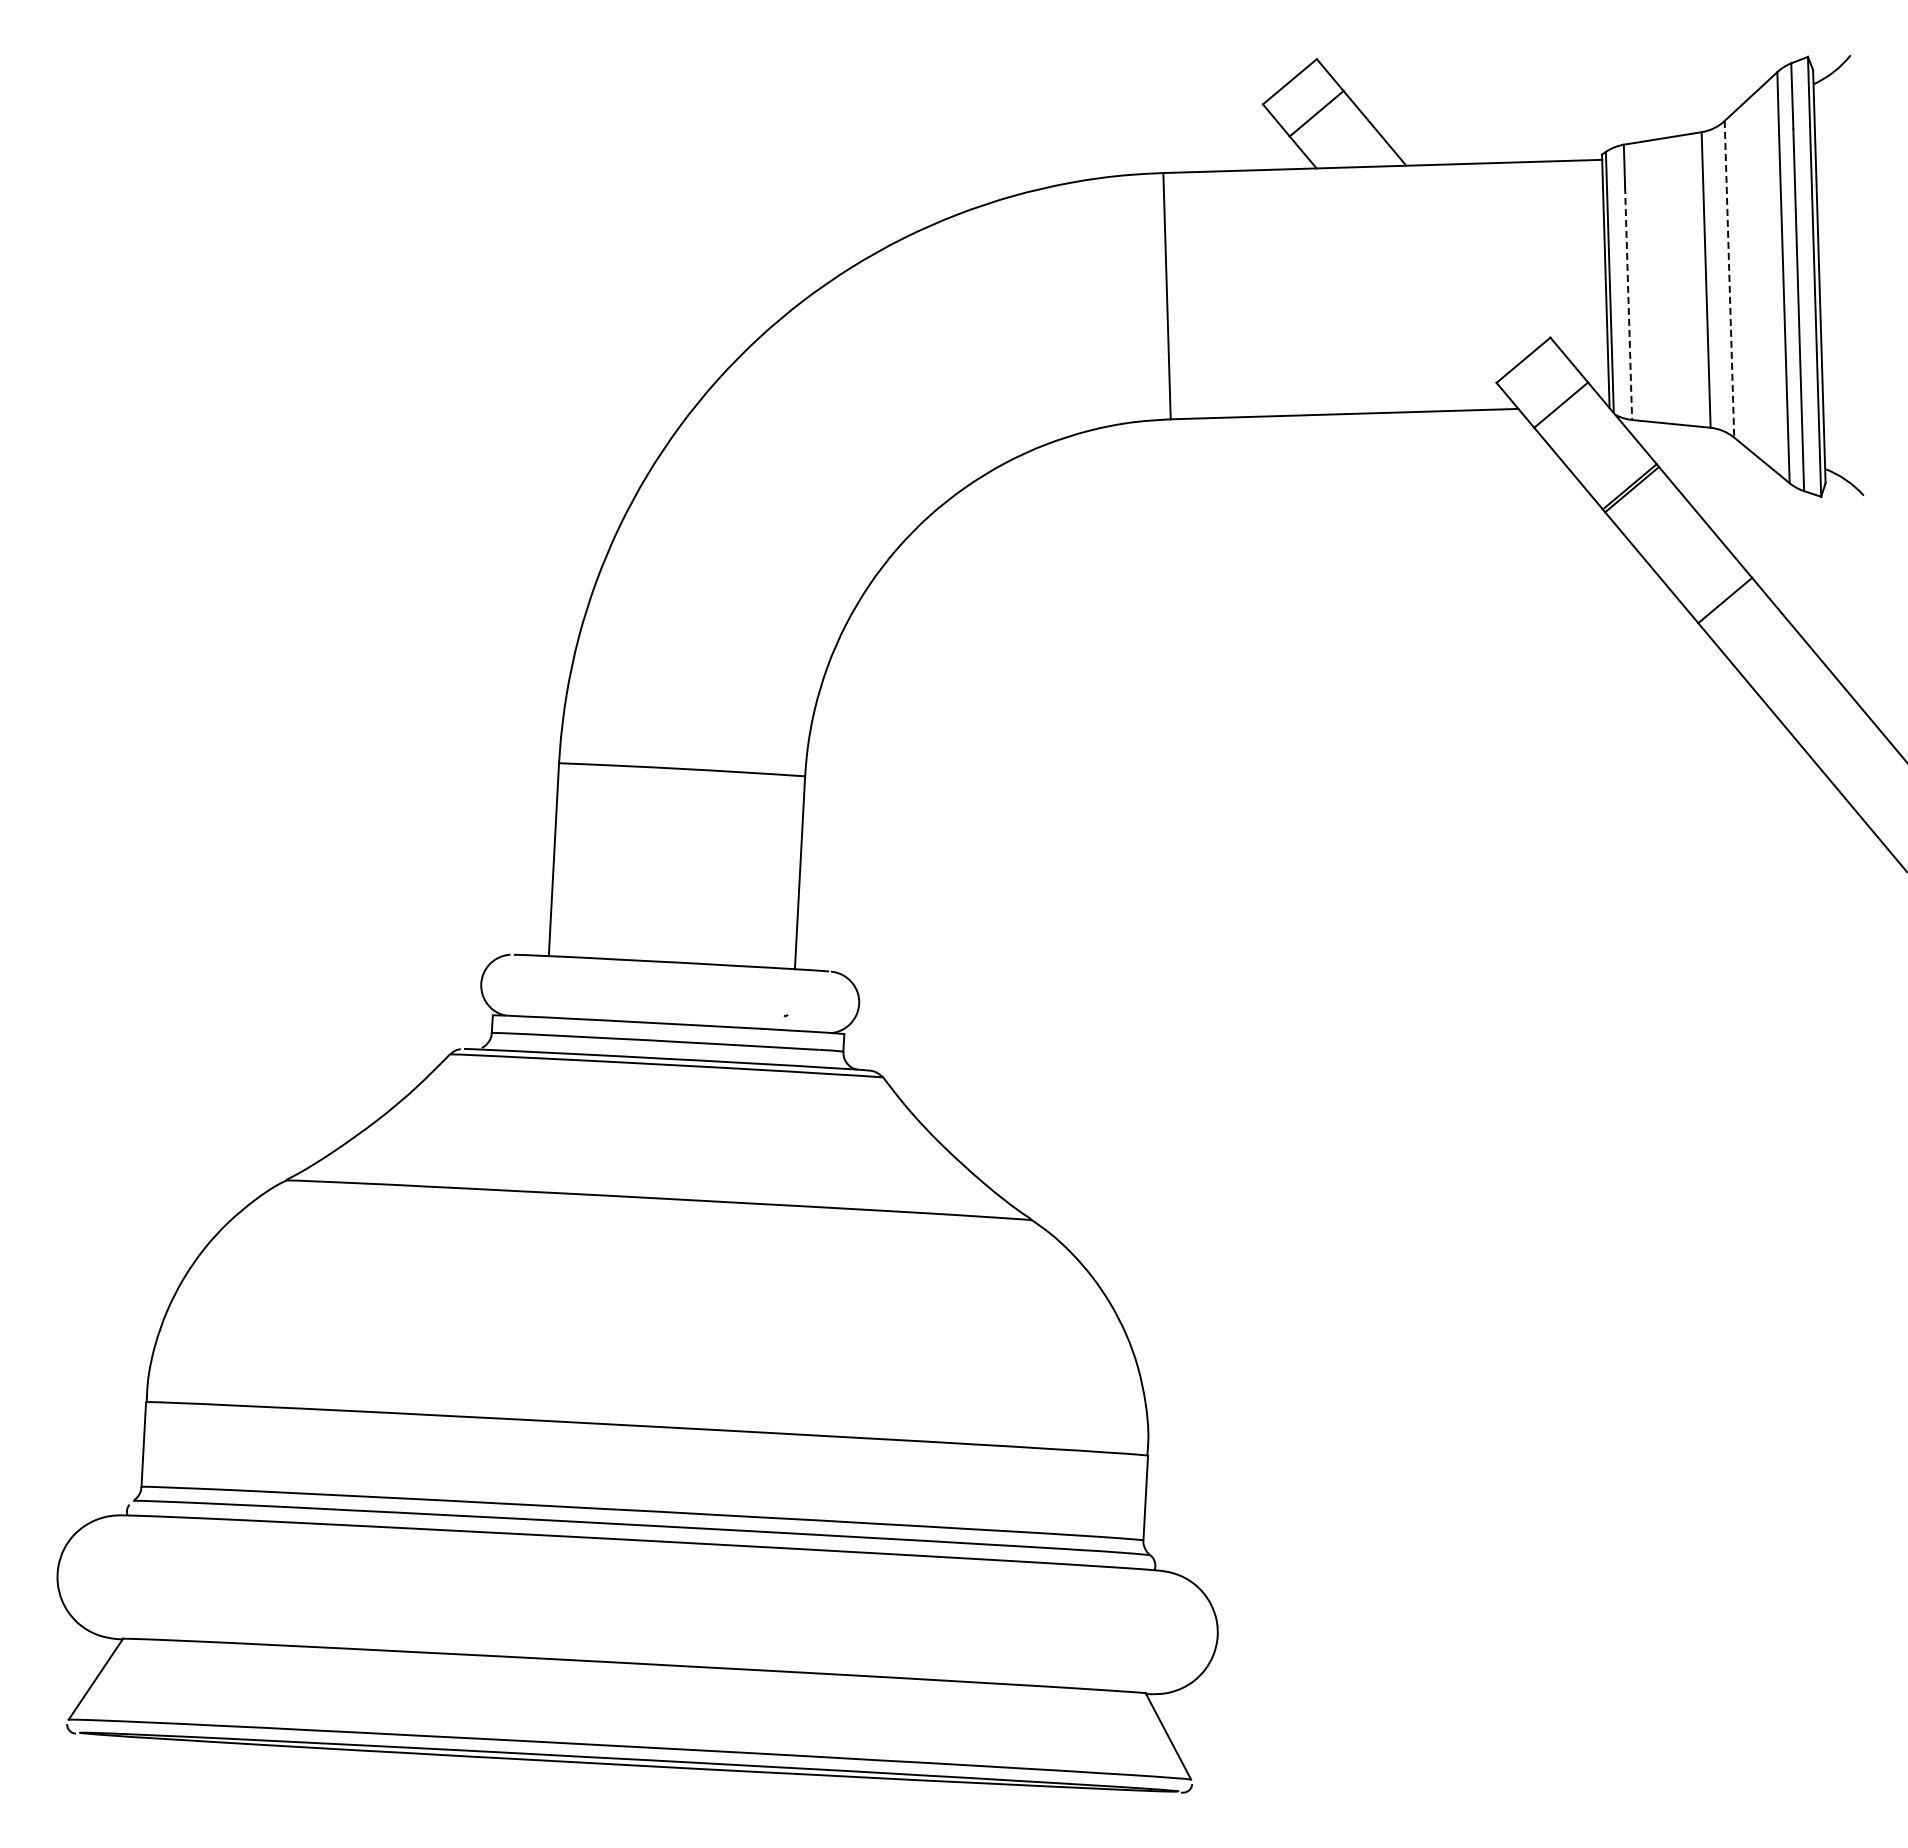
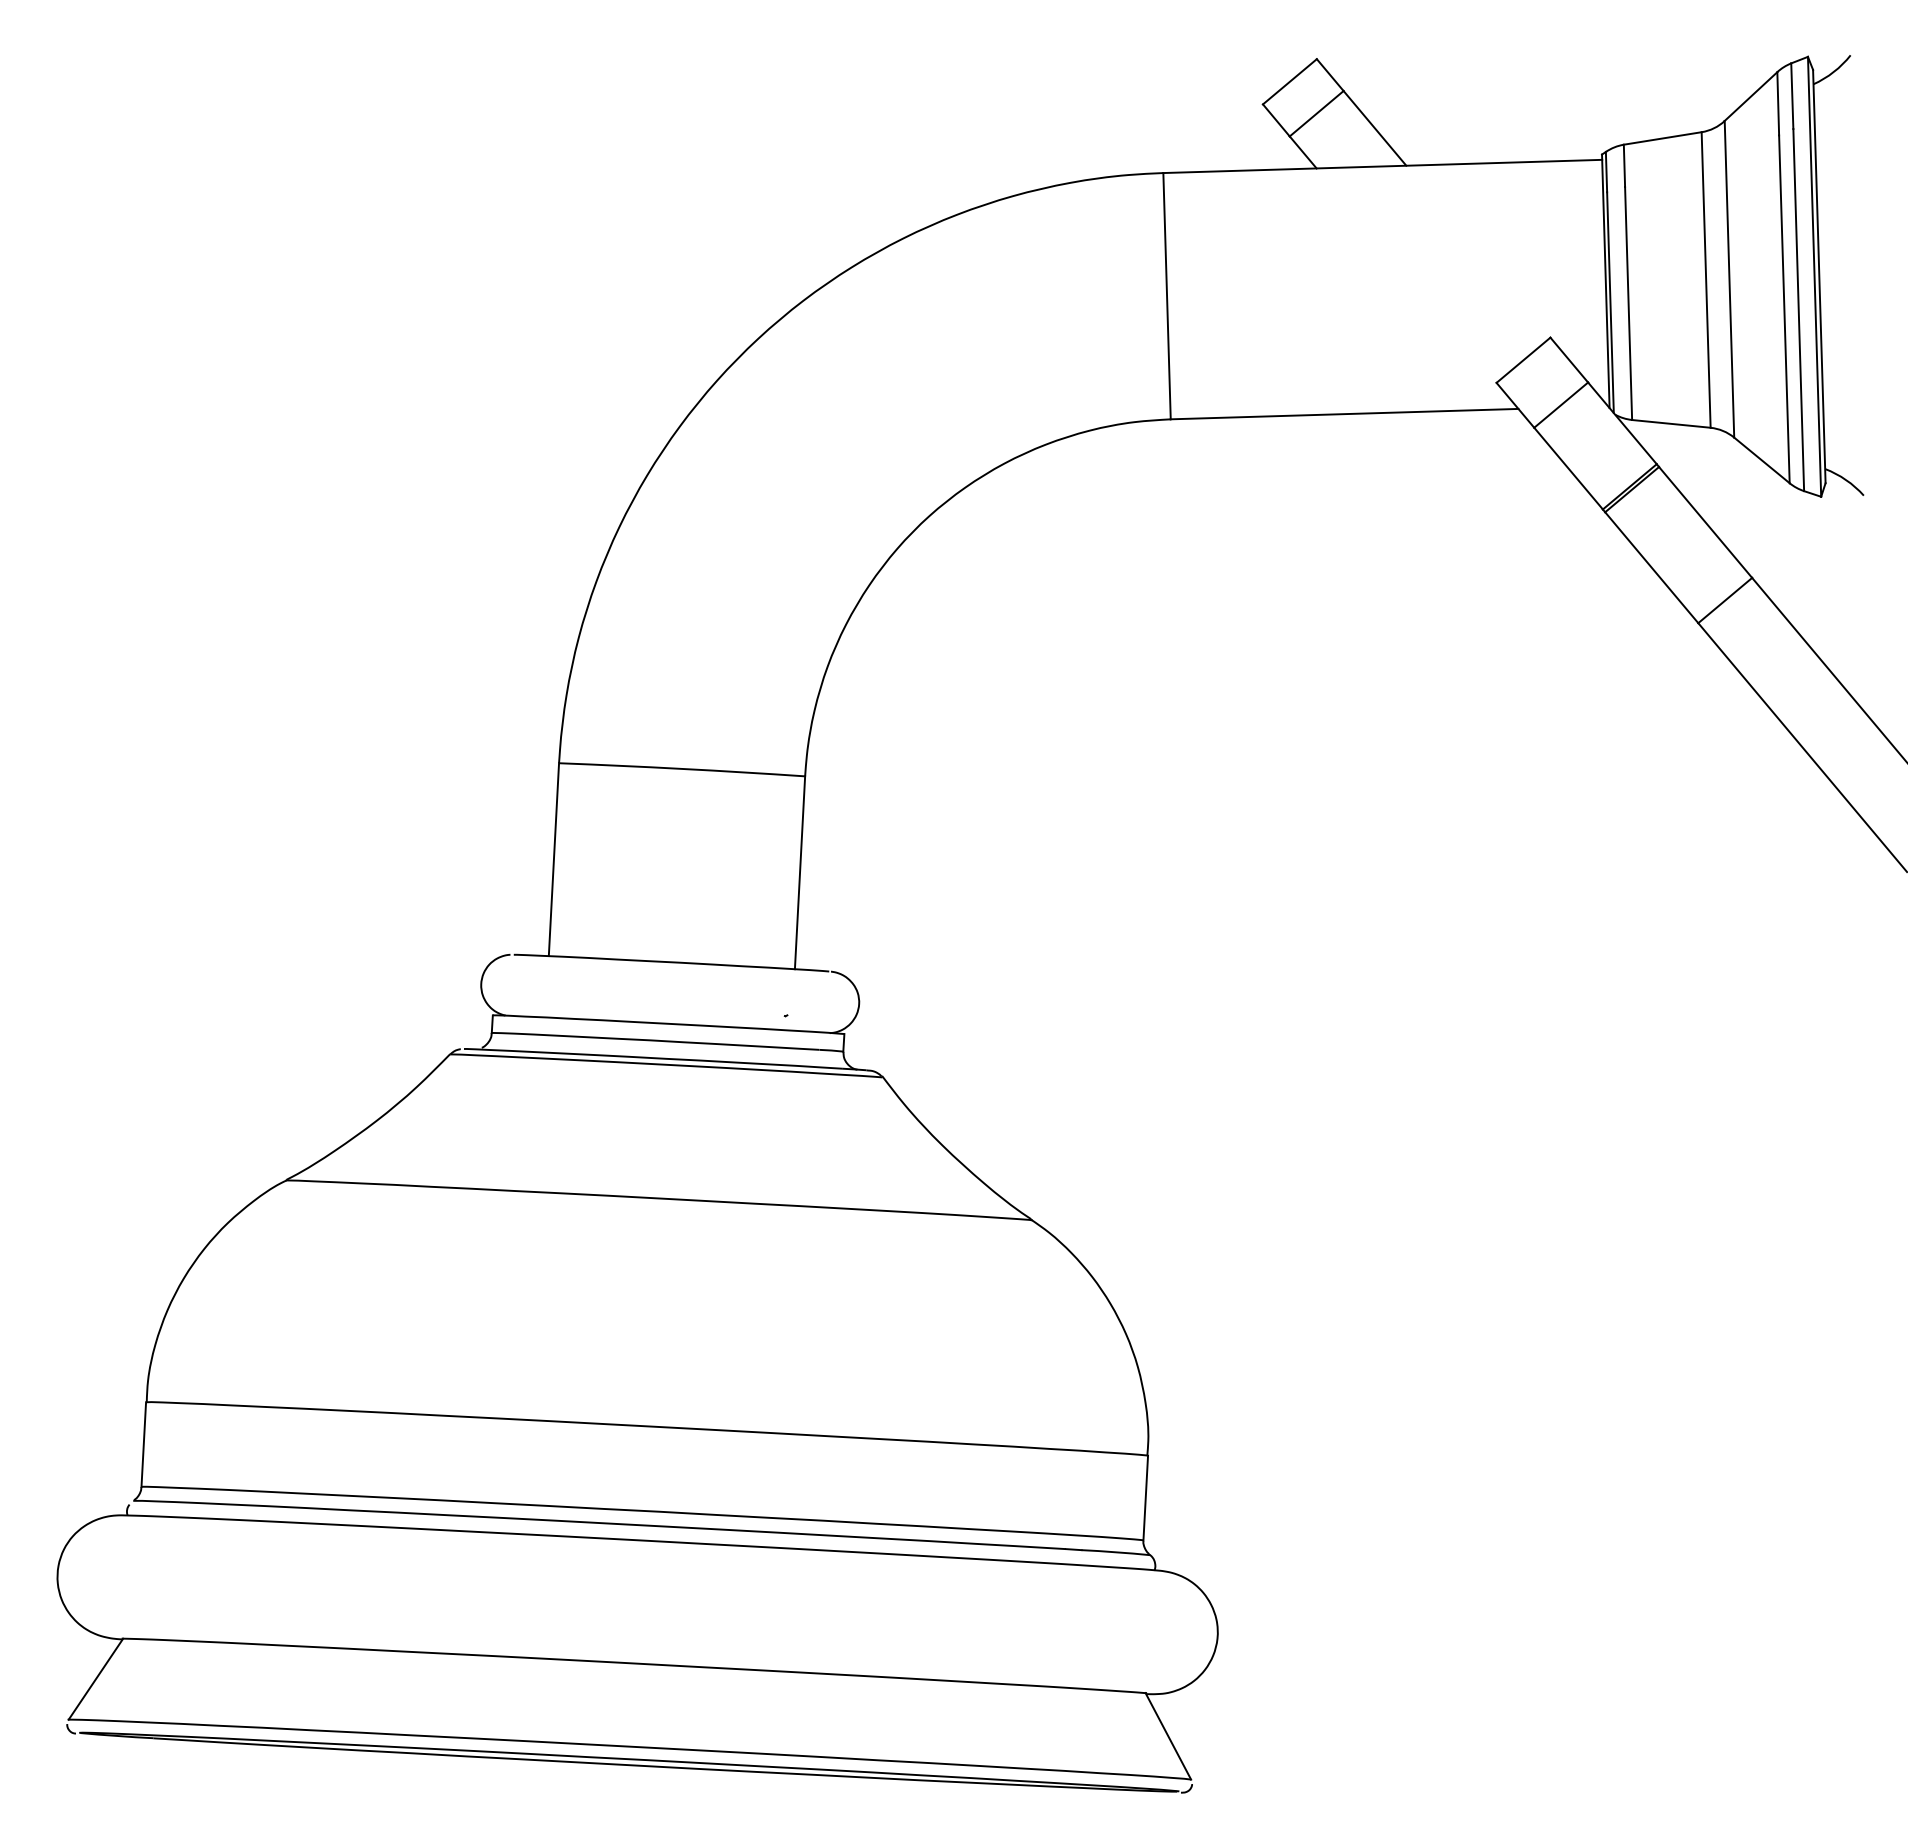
line at (1729, 279): dashed -> solid
line at (1628, 303): dashed -> solid
